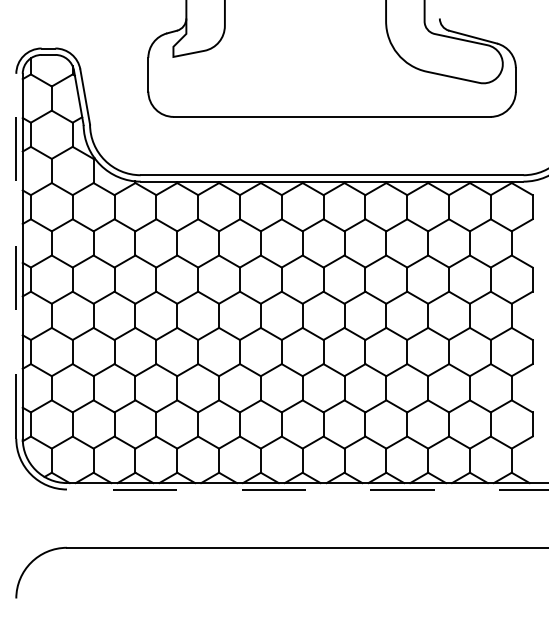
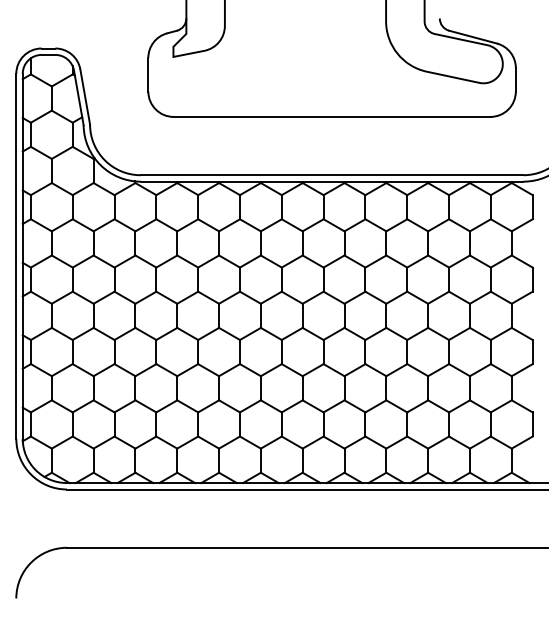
line at (16, 255): dashed -> solid
line at (307, 489): dashed -> solid
